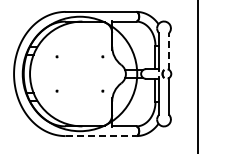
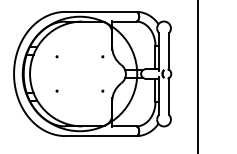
line at (168, 51): dashed -> solid
line at (101, 136): dashed -> solid
